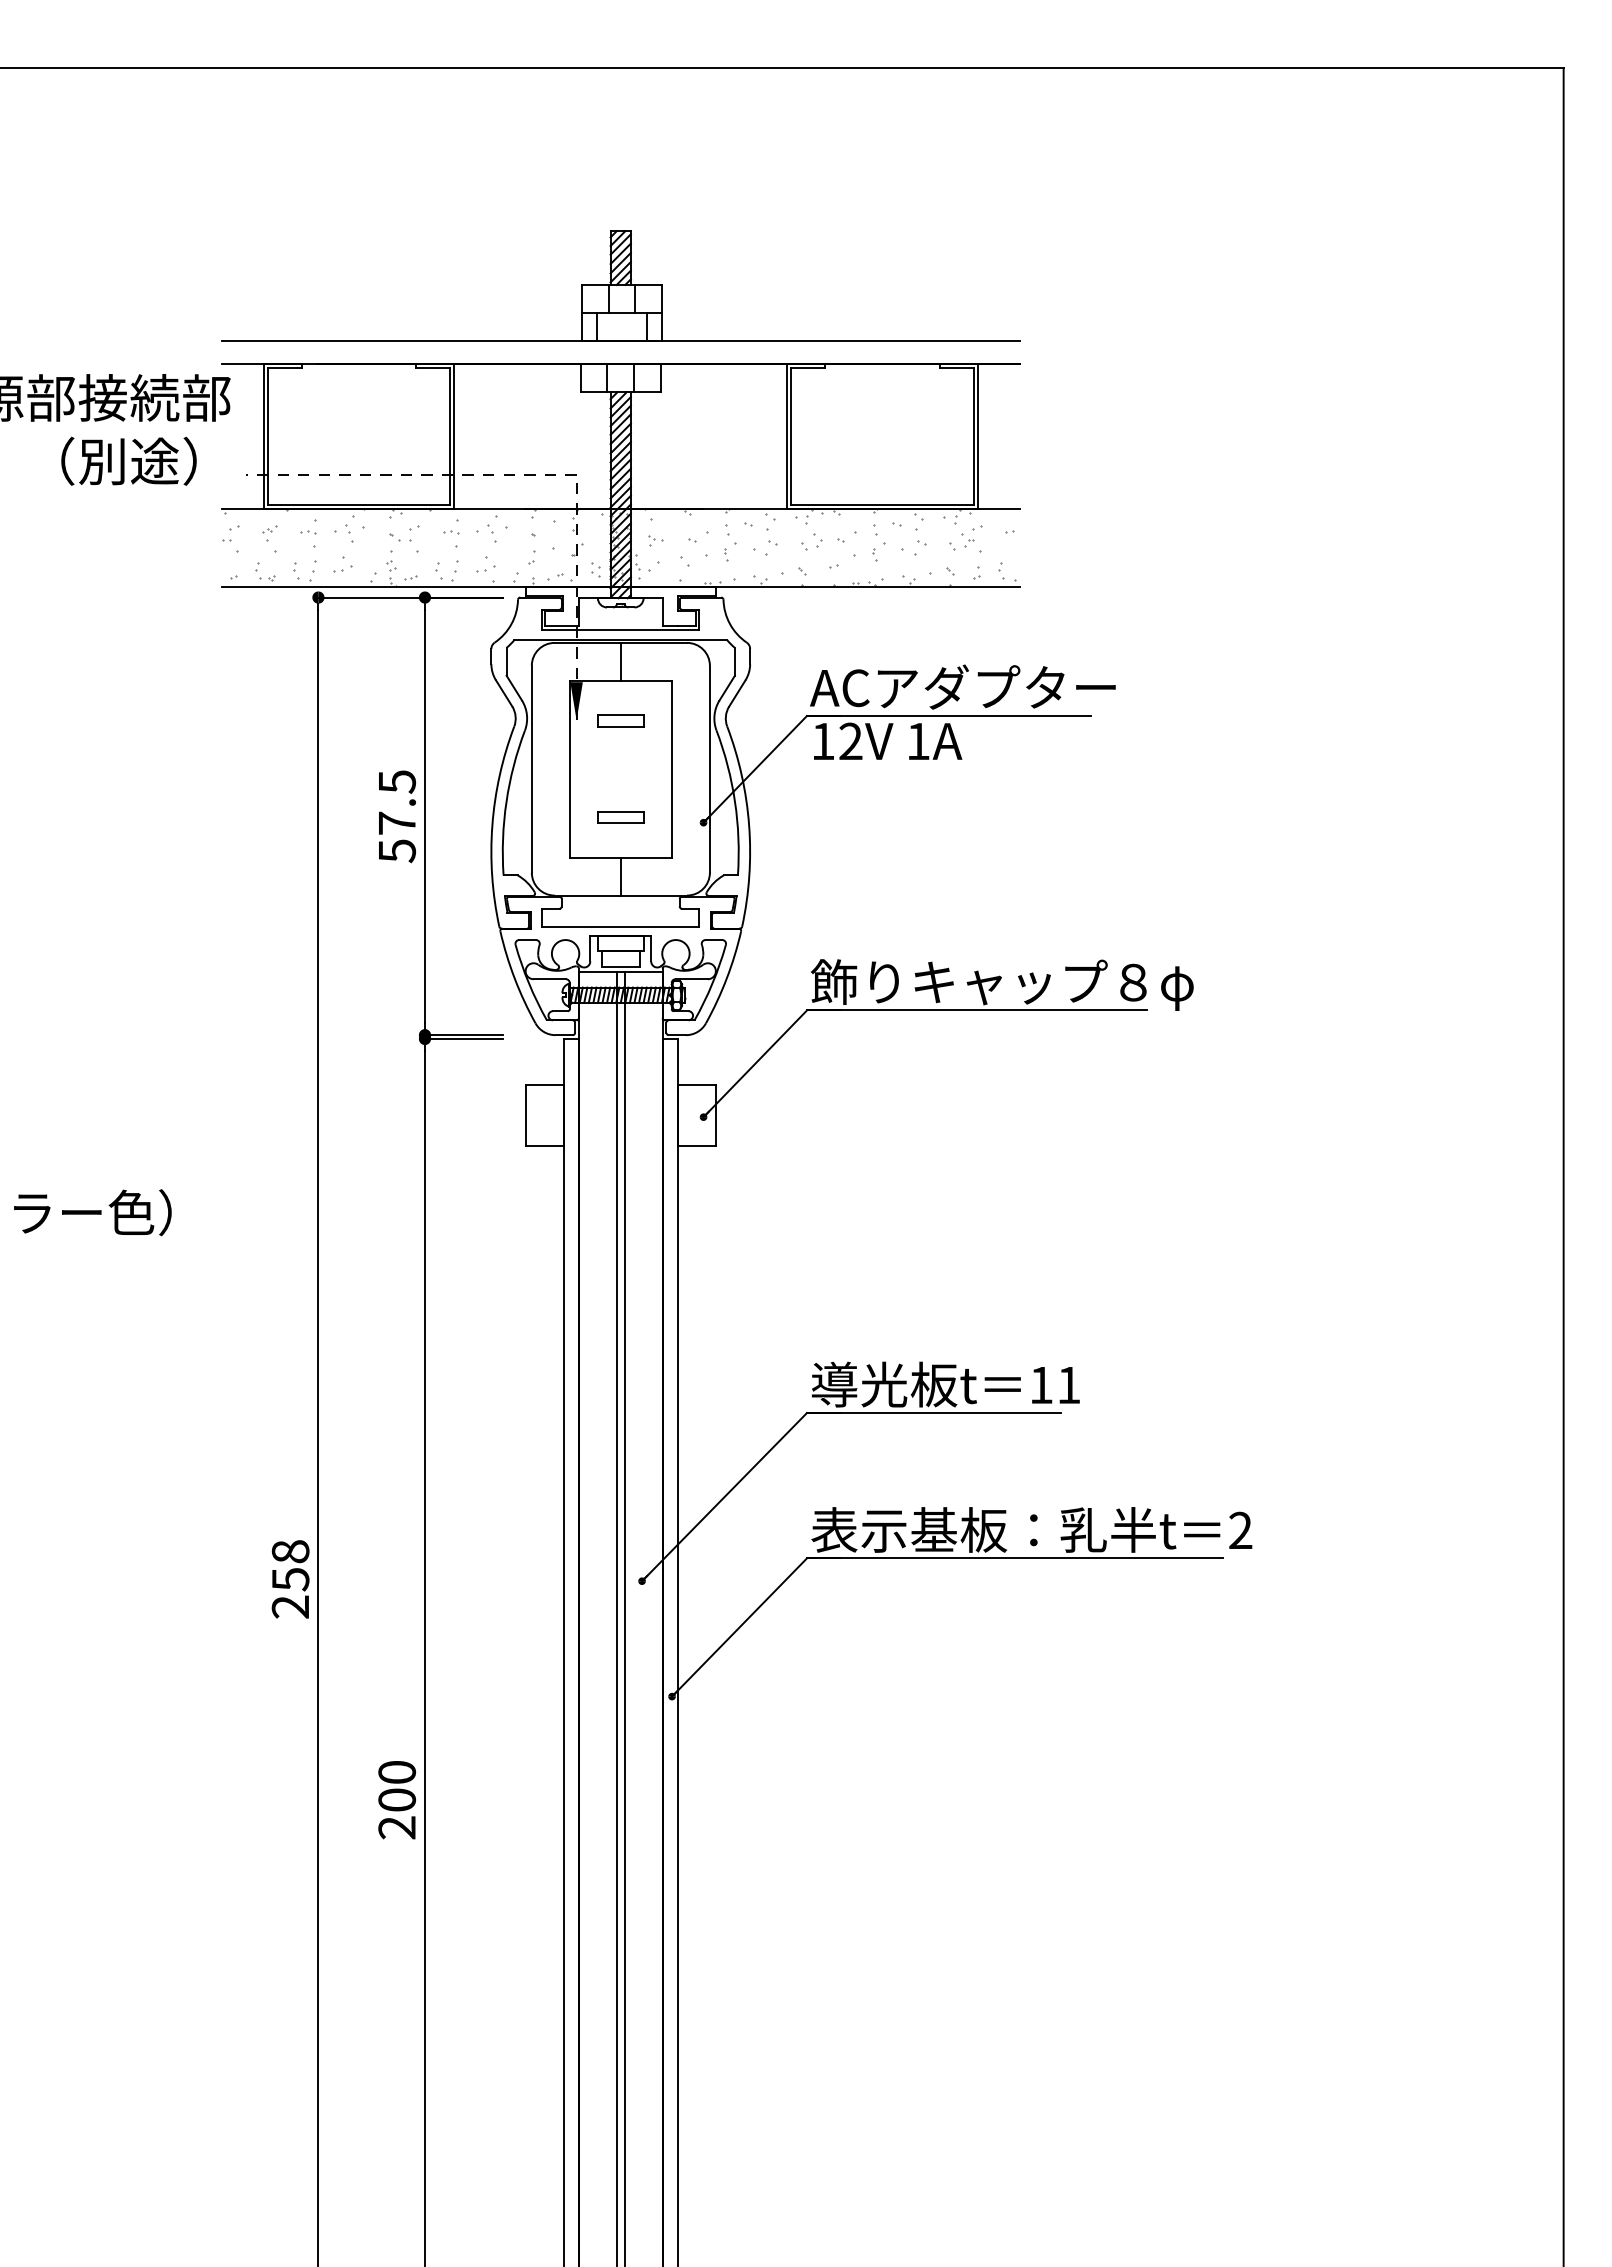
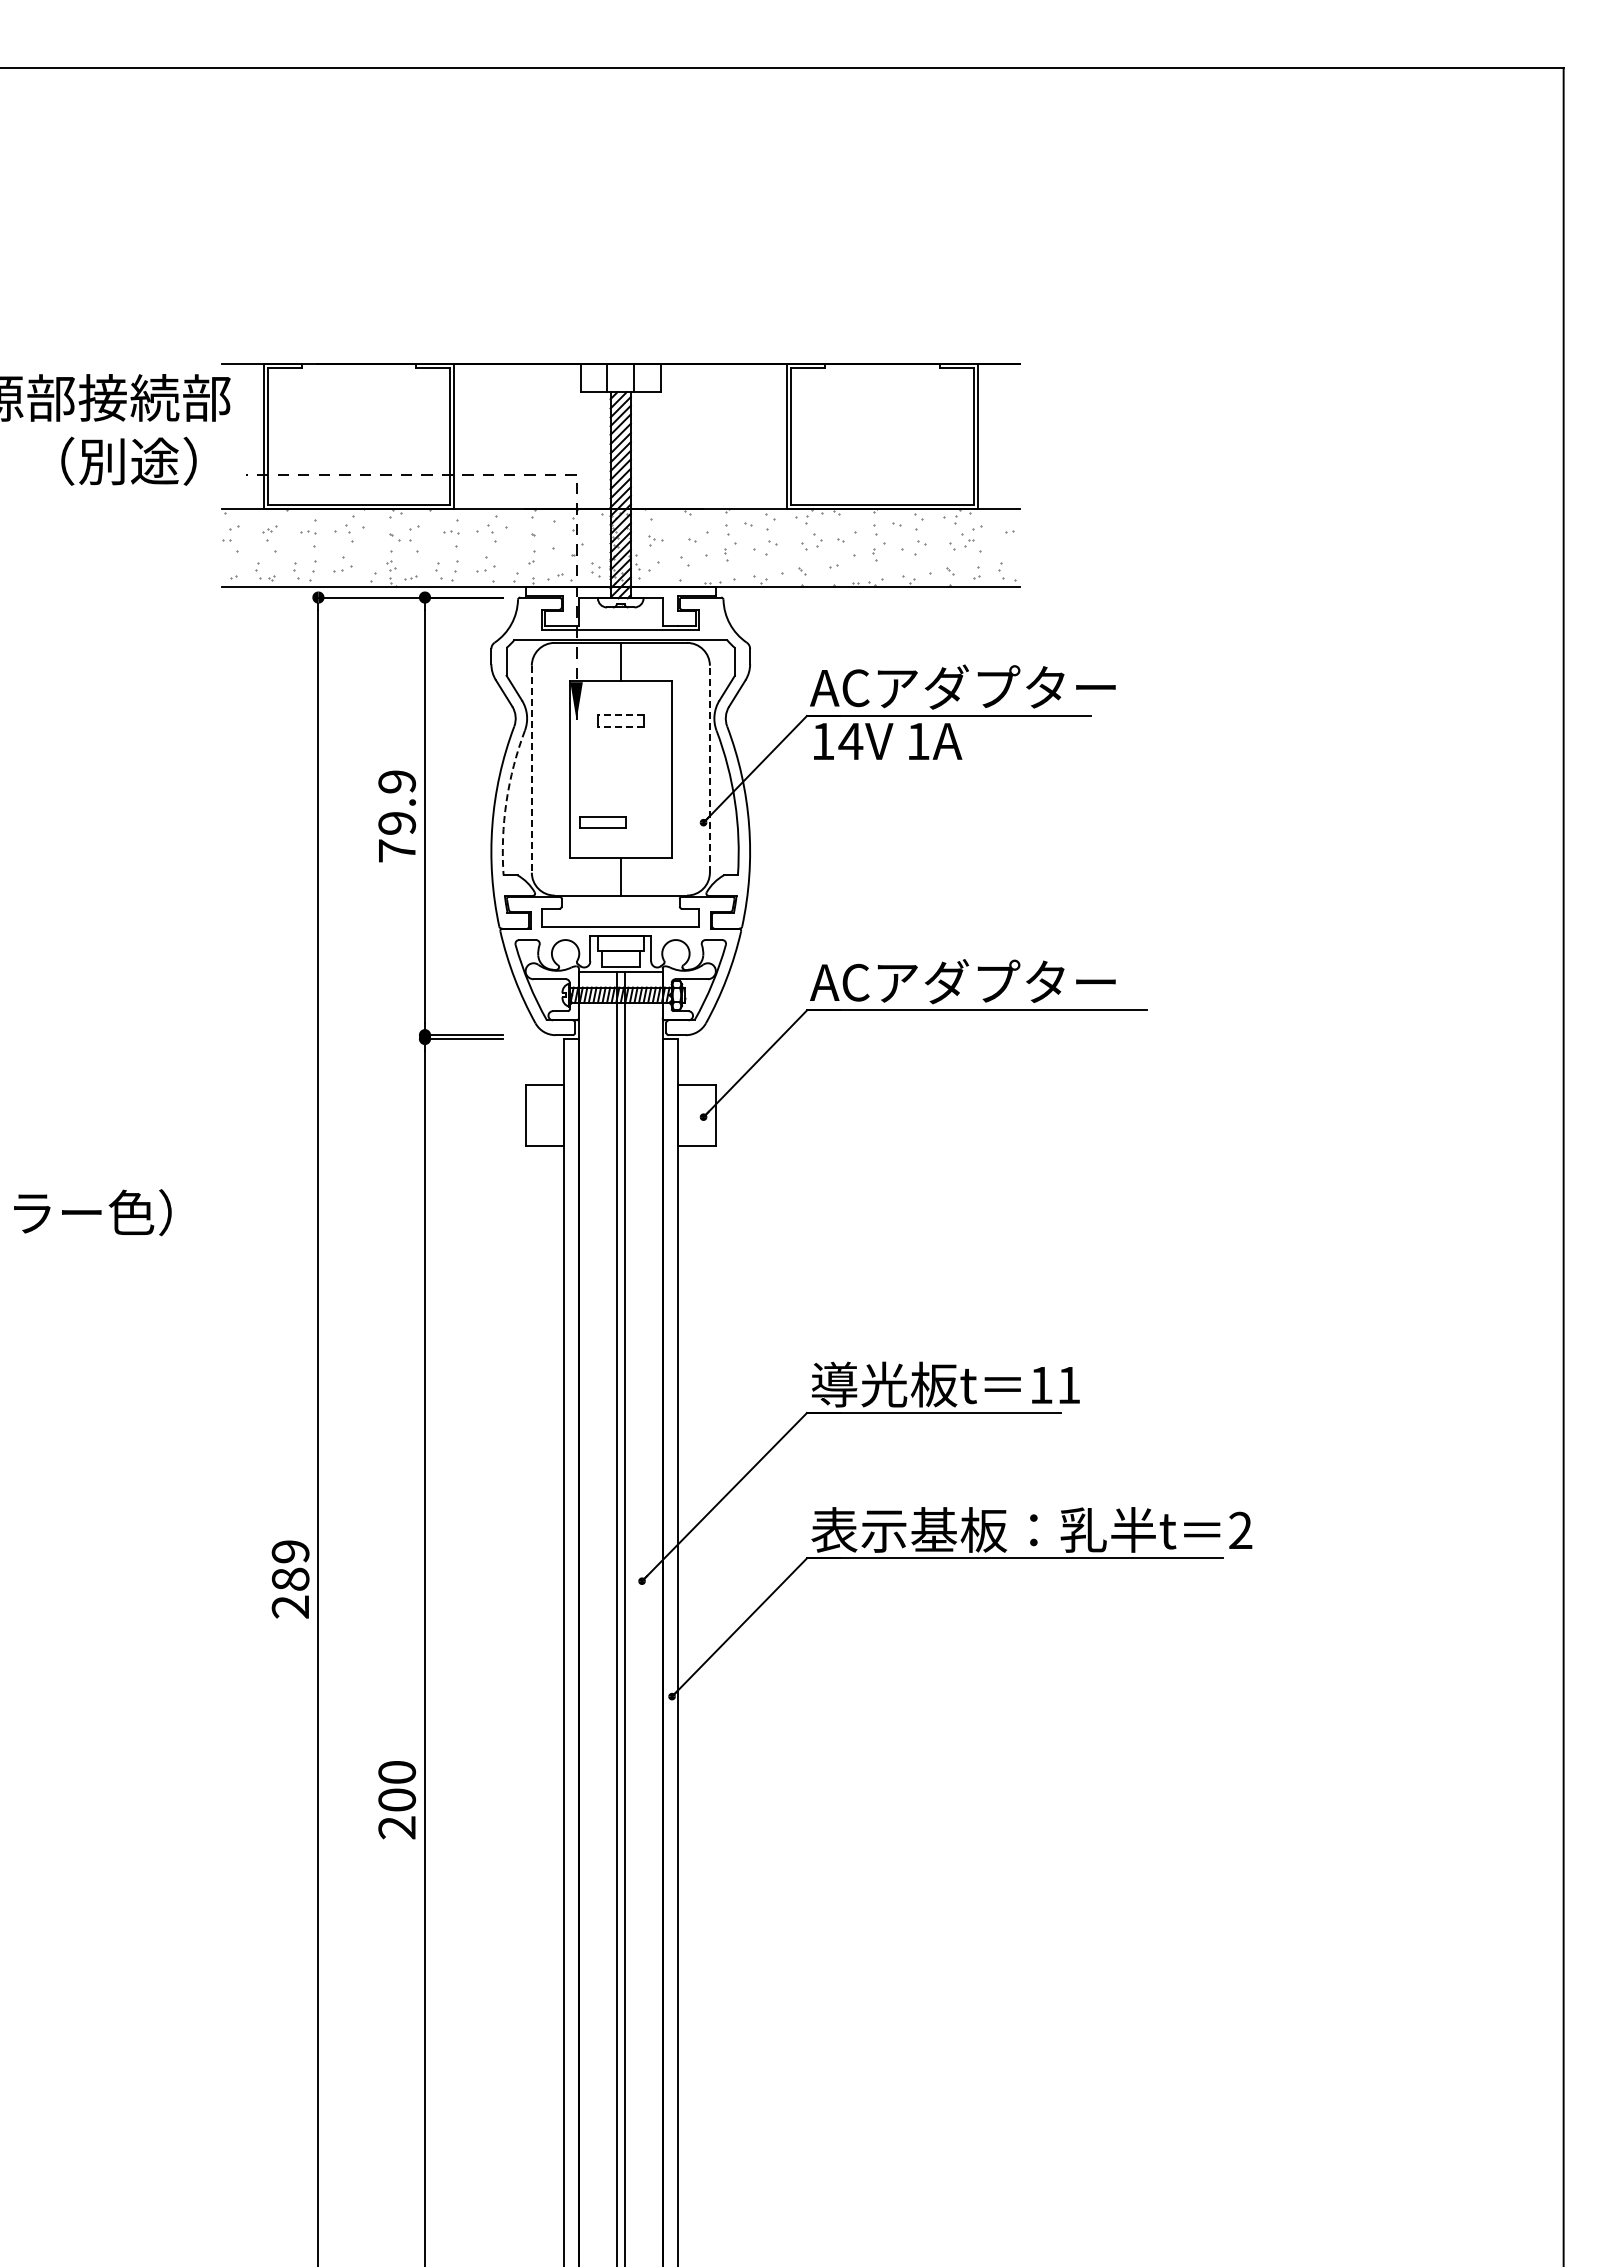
part at (620, 285): present -> none
line at (620, 715): solid -> dashed
line at (620, 726): solid -> dashed
text at (850, 740): 12V -> 14V
line at (531, 769): solid -> dashed
line at (709, 769): solid -> dashed
arc at (506, 801): solid -> dashed
text at (397, 816): 57.5 -> 79.9
part at (620, 817) position: (620, 817) -> (602, 822)
text at (1001, 984): 飾りキャップ８φ -> ACアダプター
text at (290, 1565): 258 -> 289
